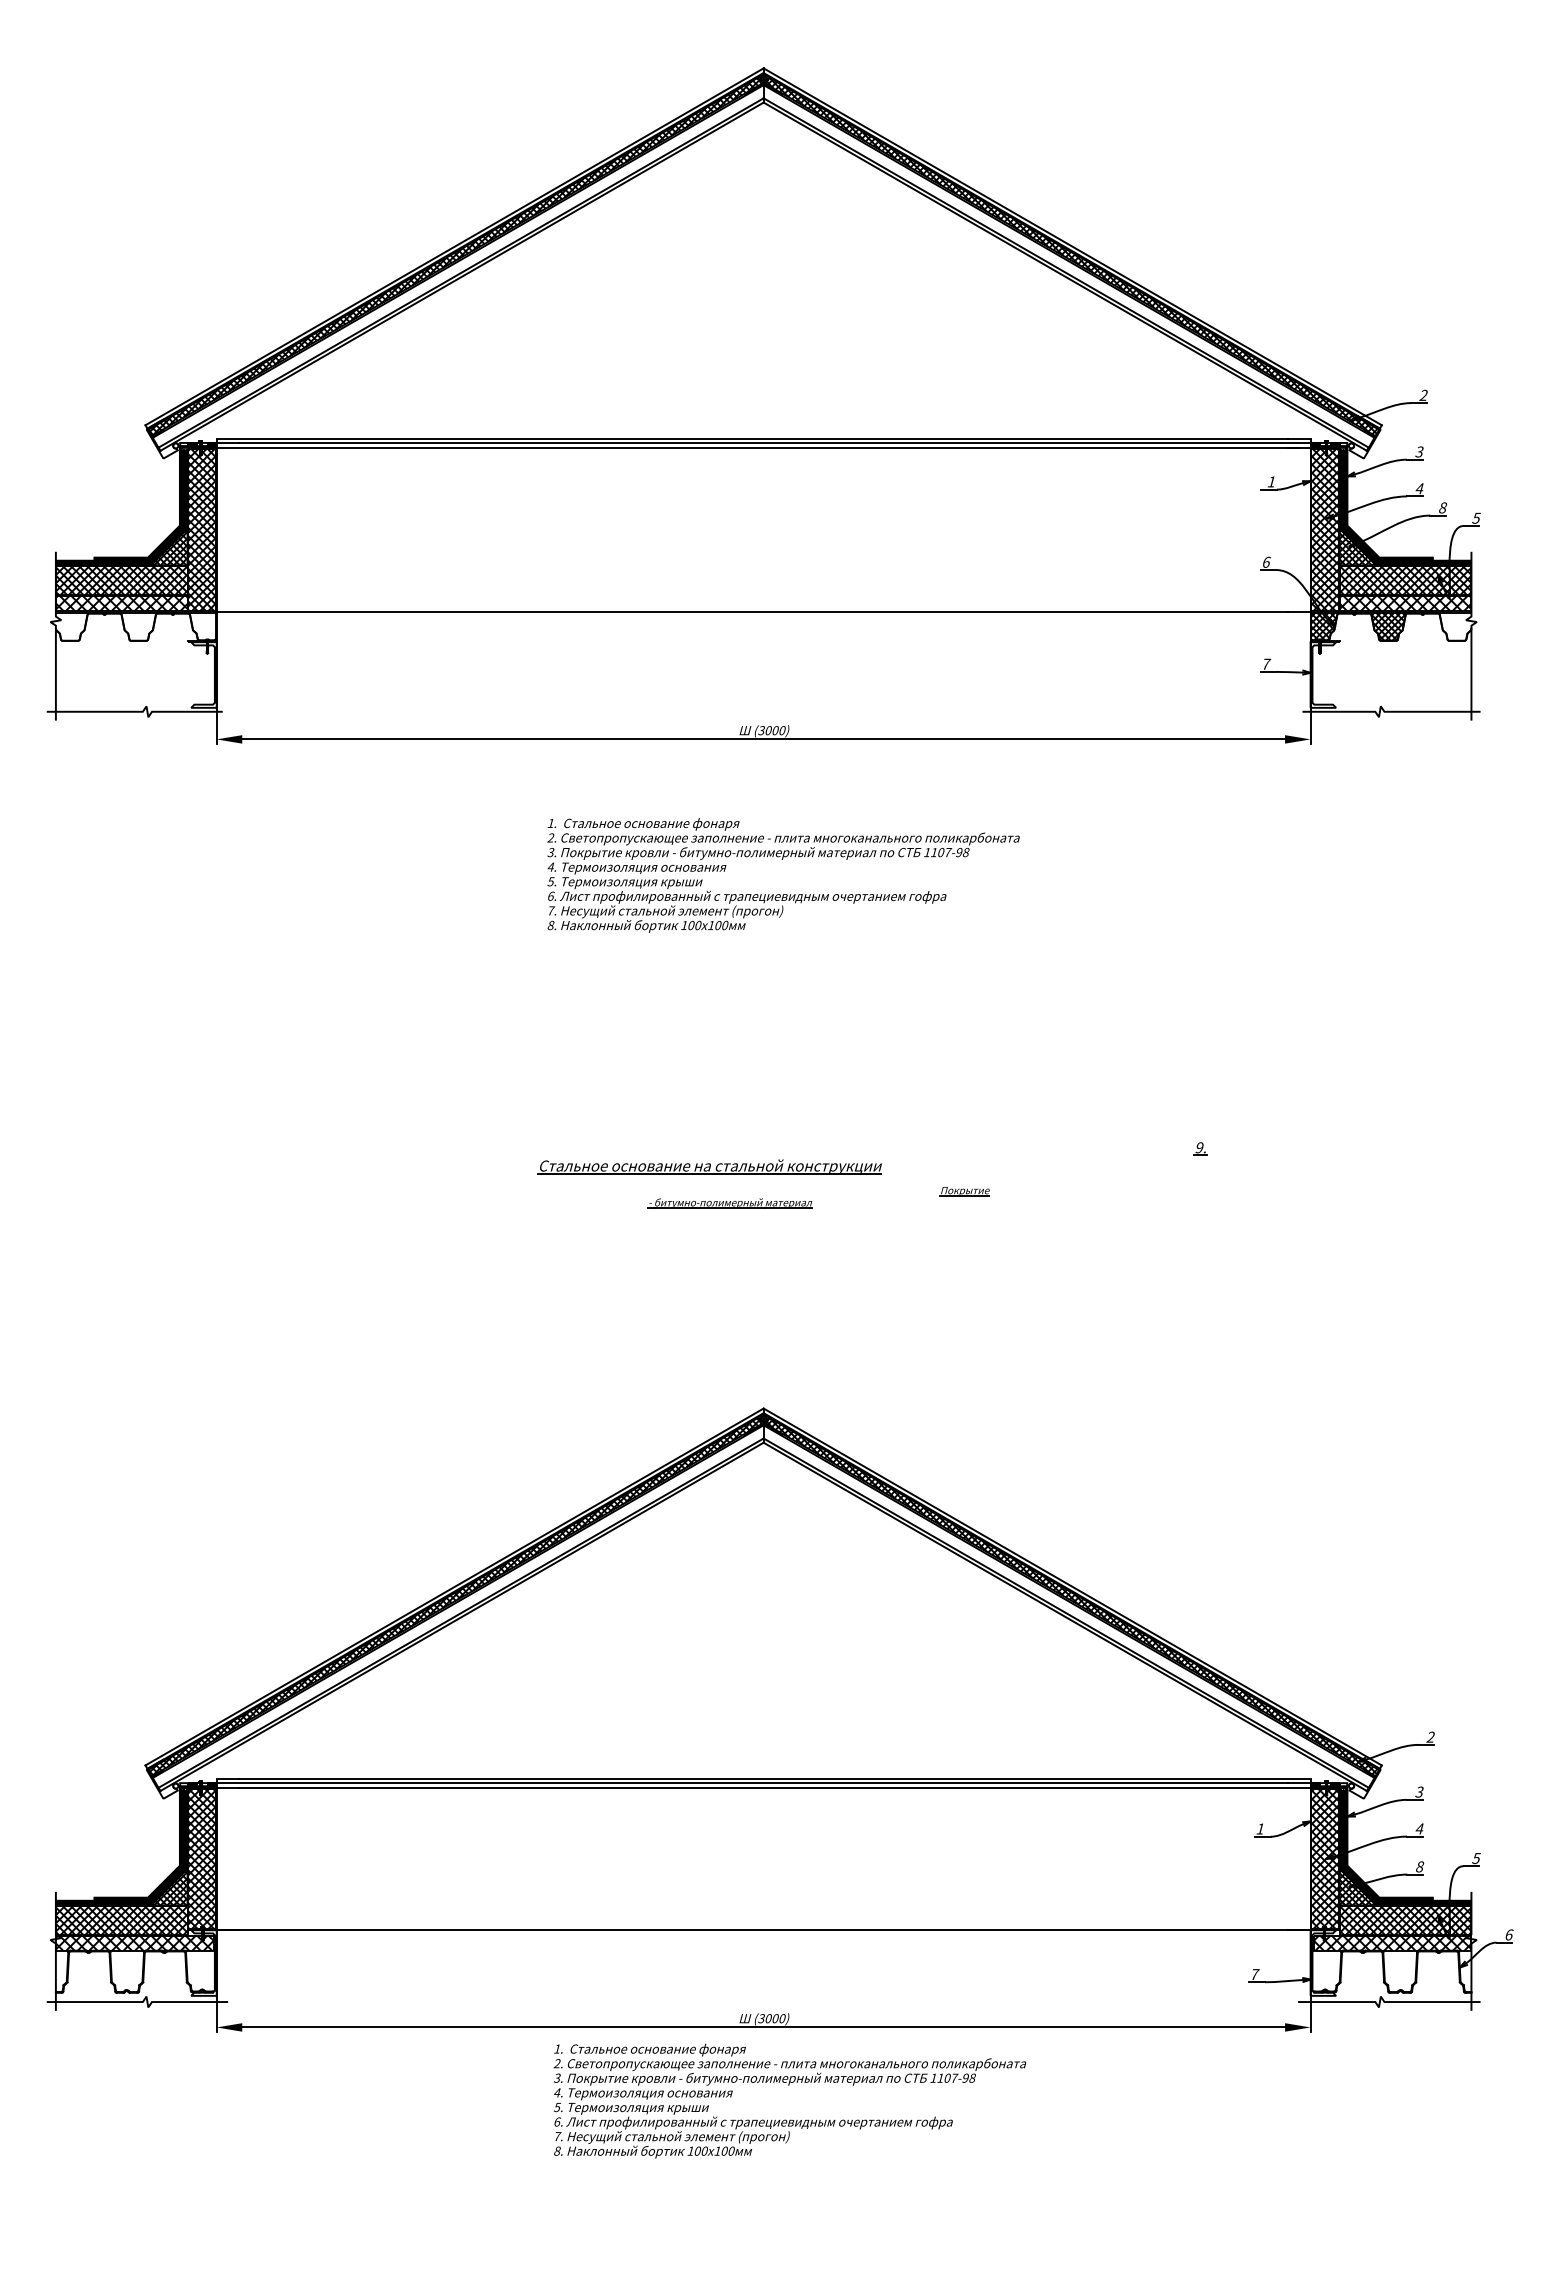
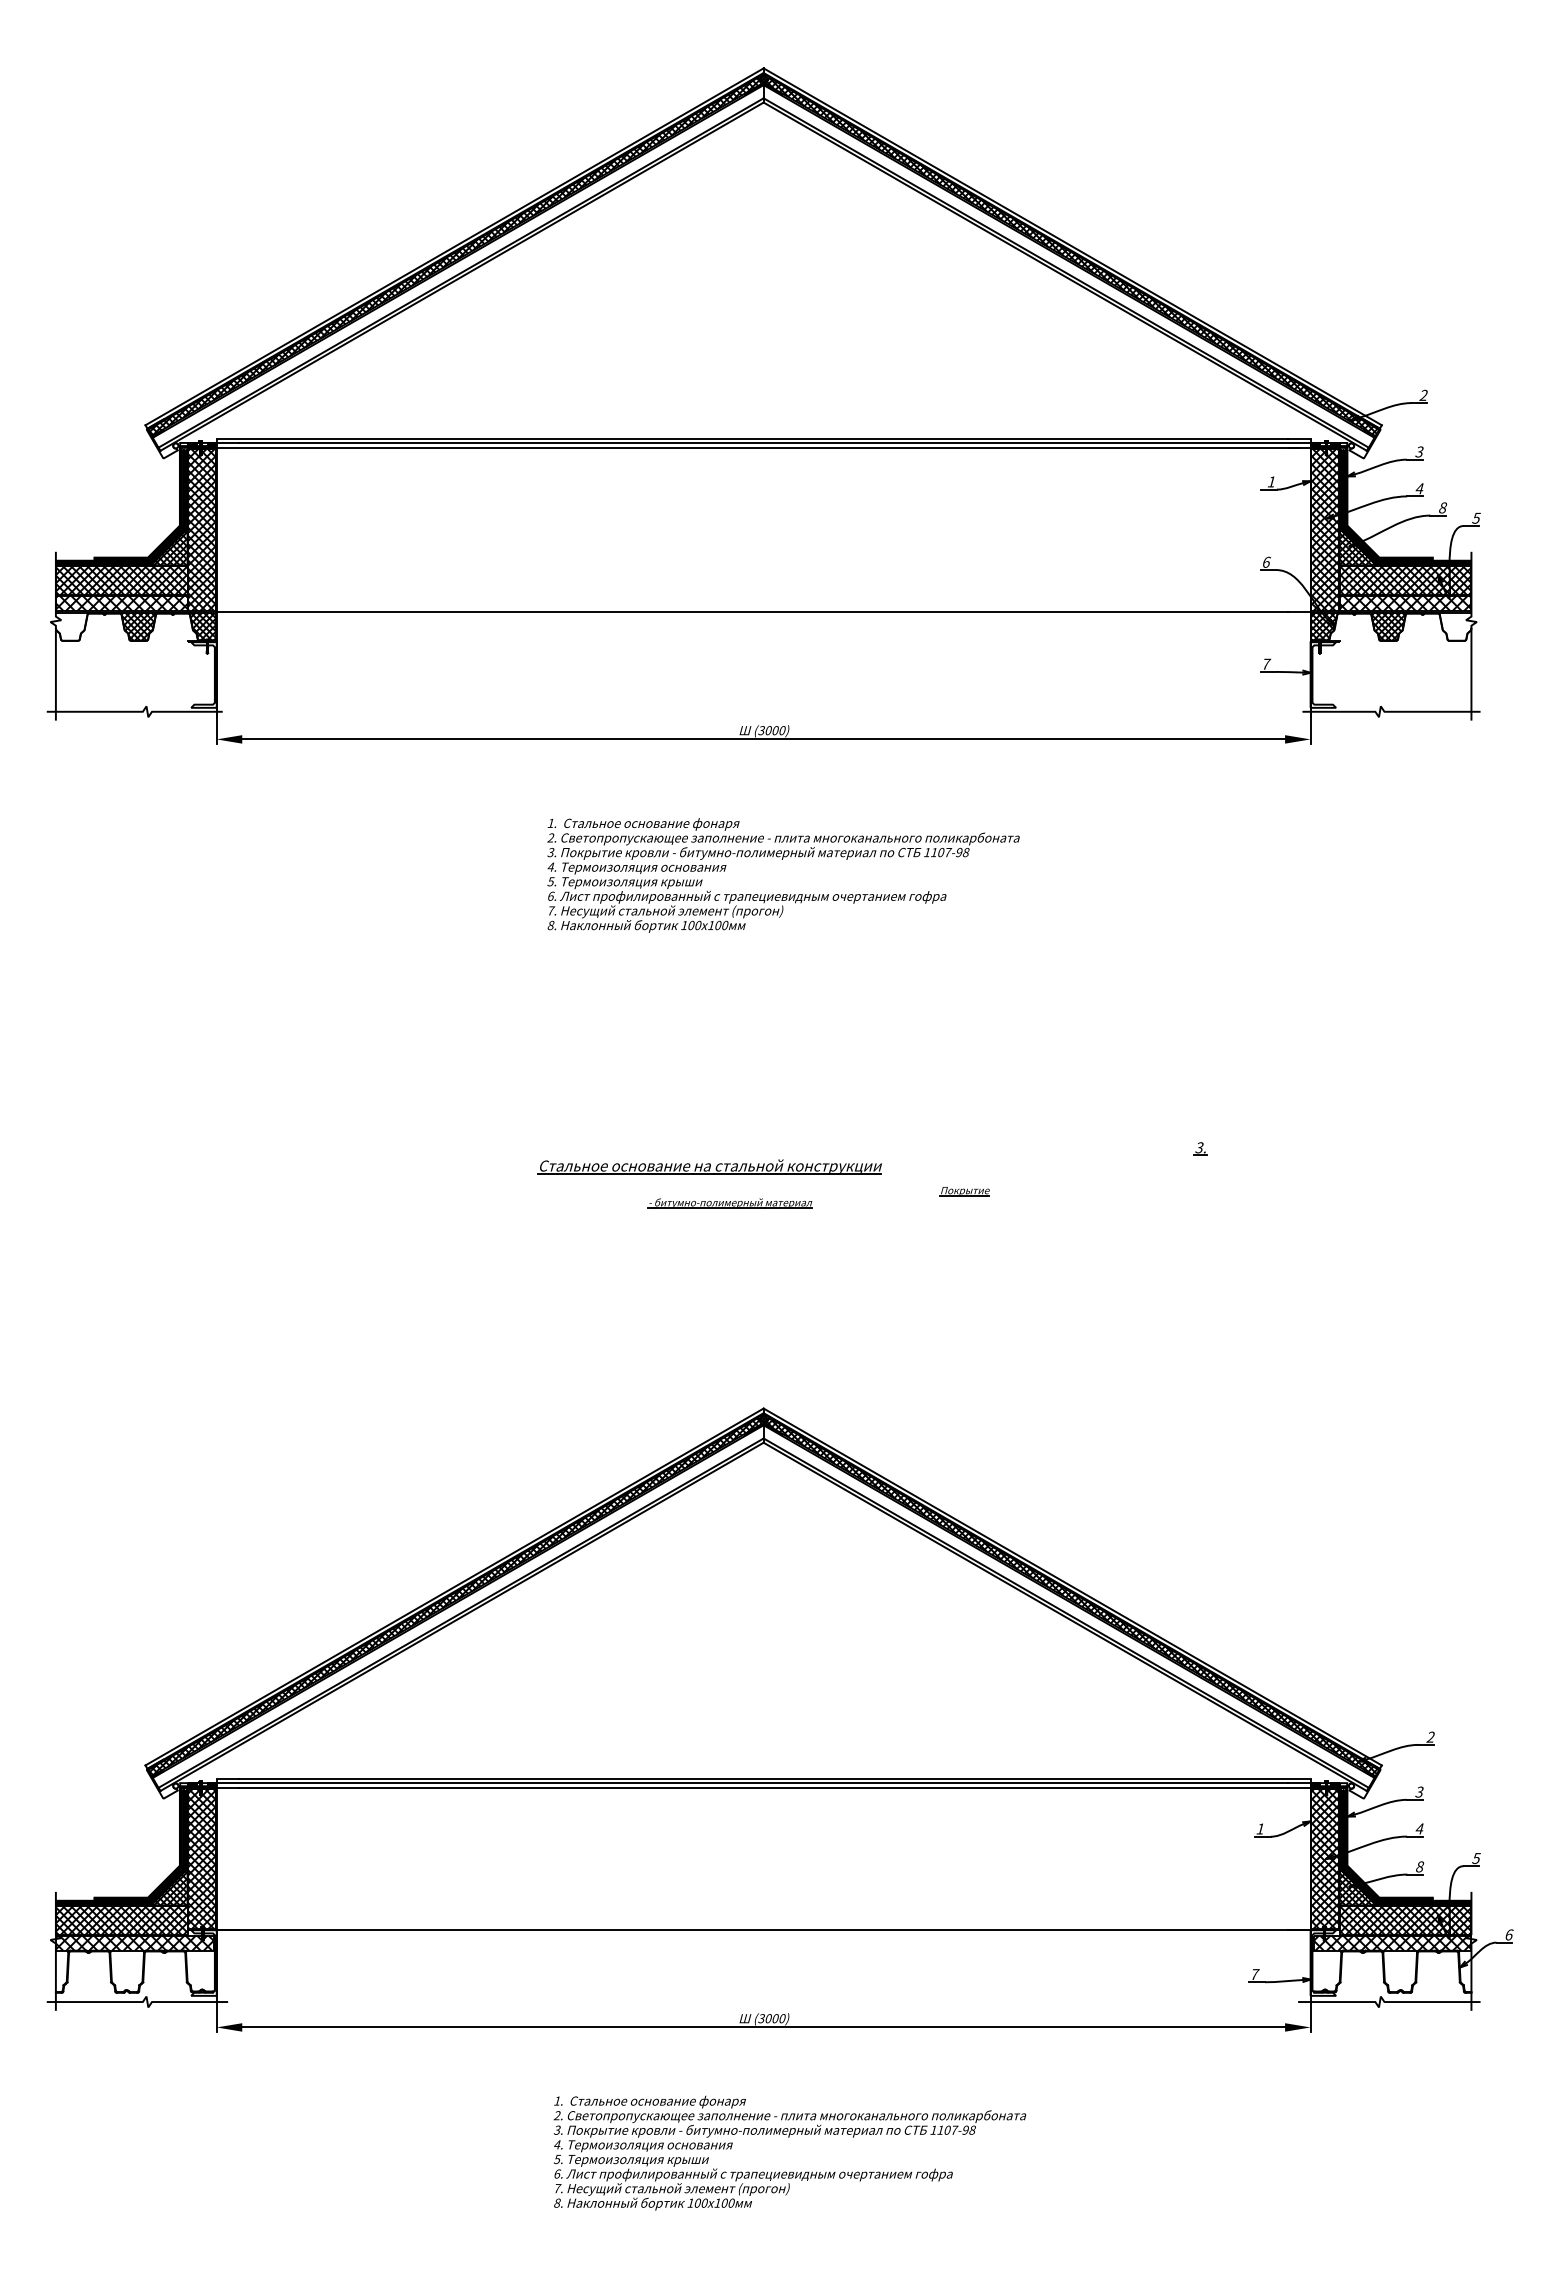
hatch at (167, 626): none -> present
text at (1199, 1147): 9. -> 3.
text at (789, 2100) position: (789, 2100) -> (789, 2152)
